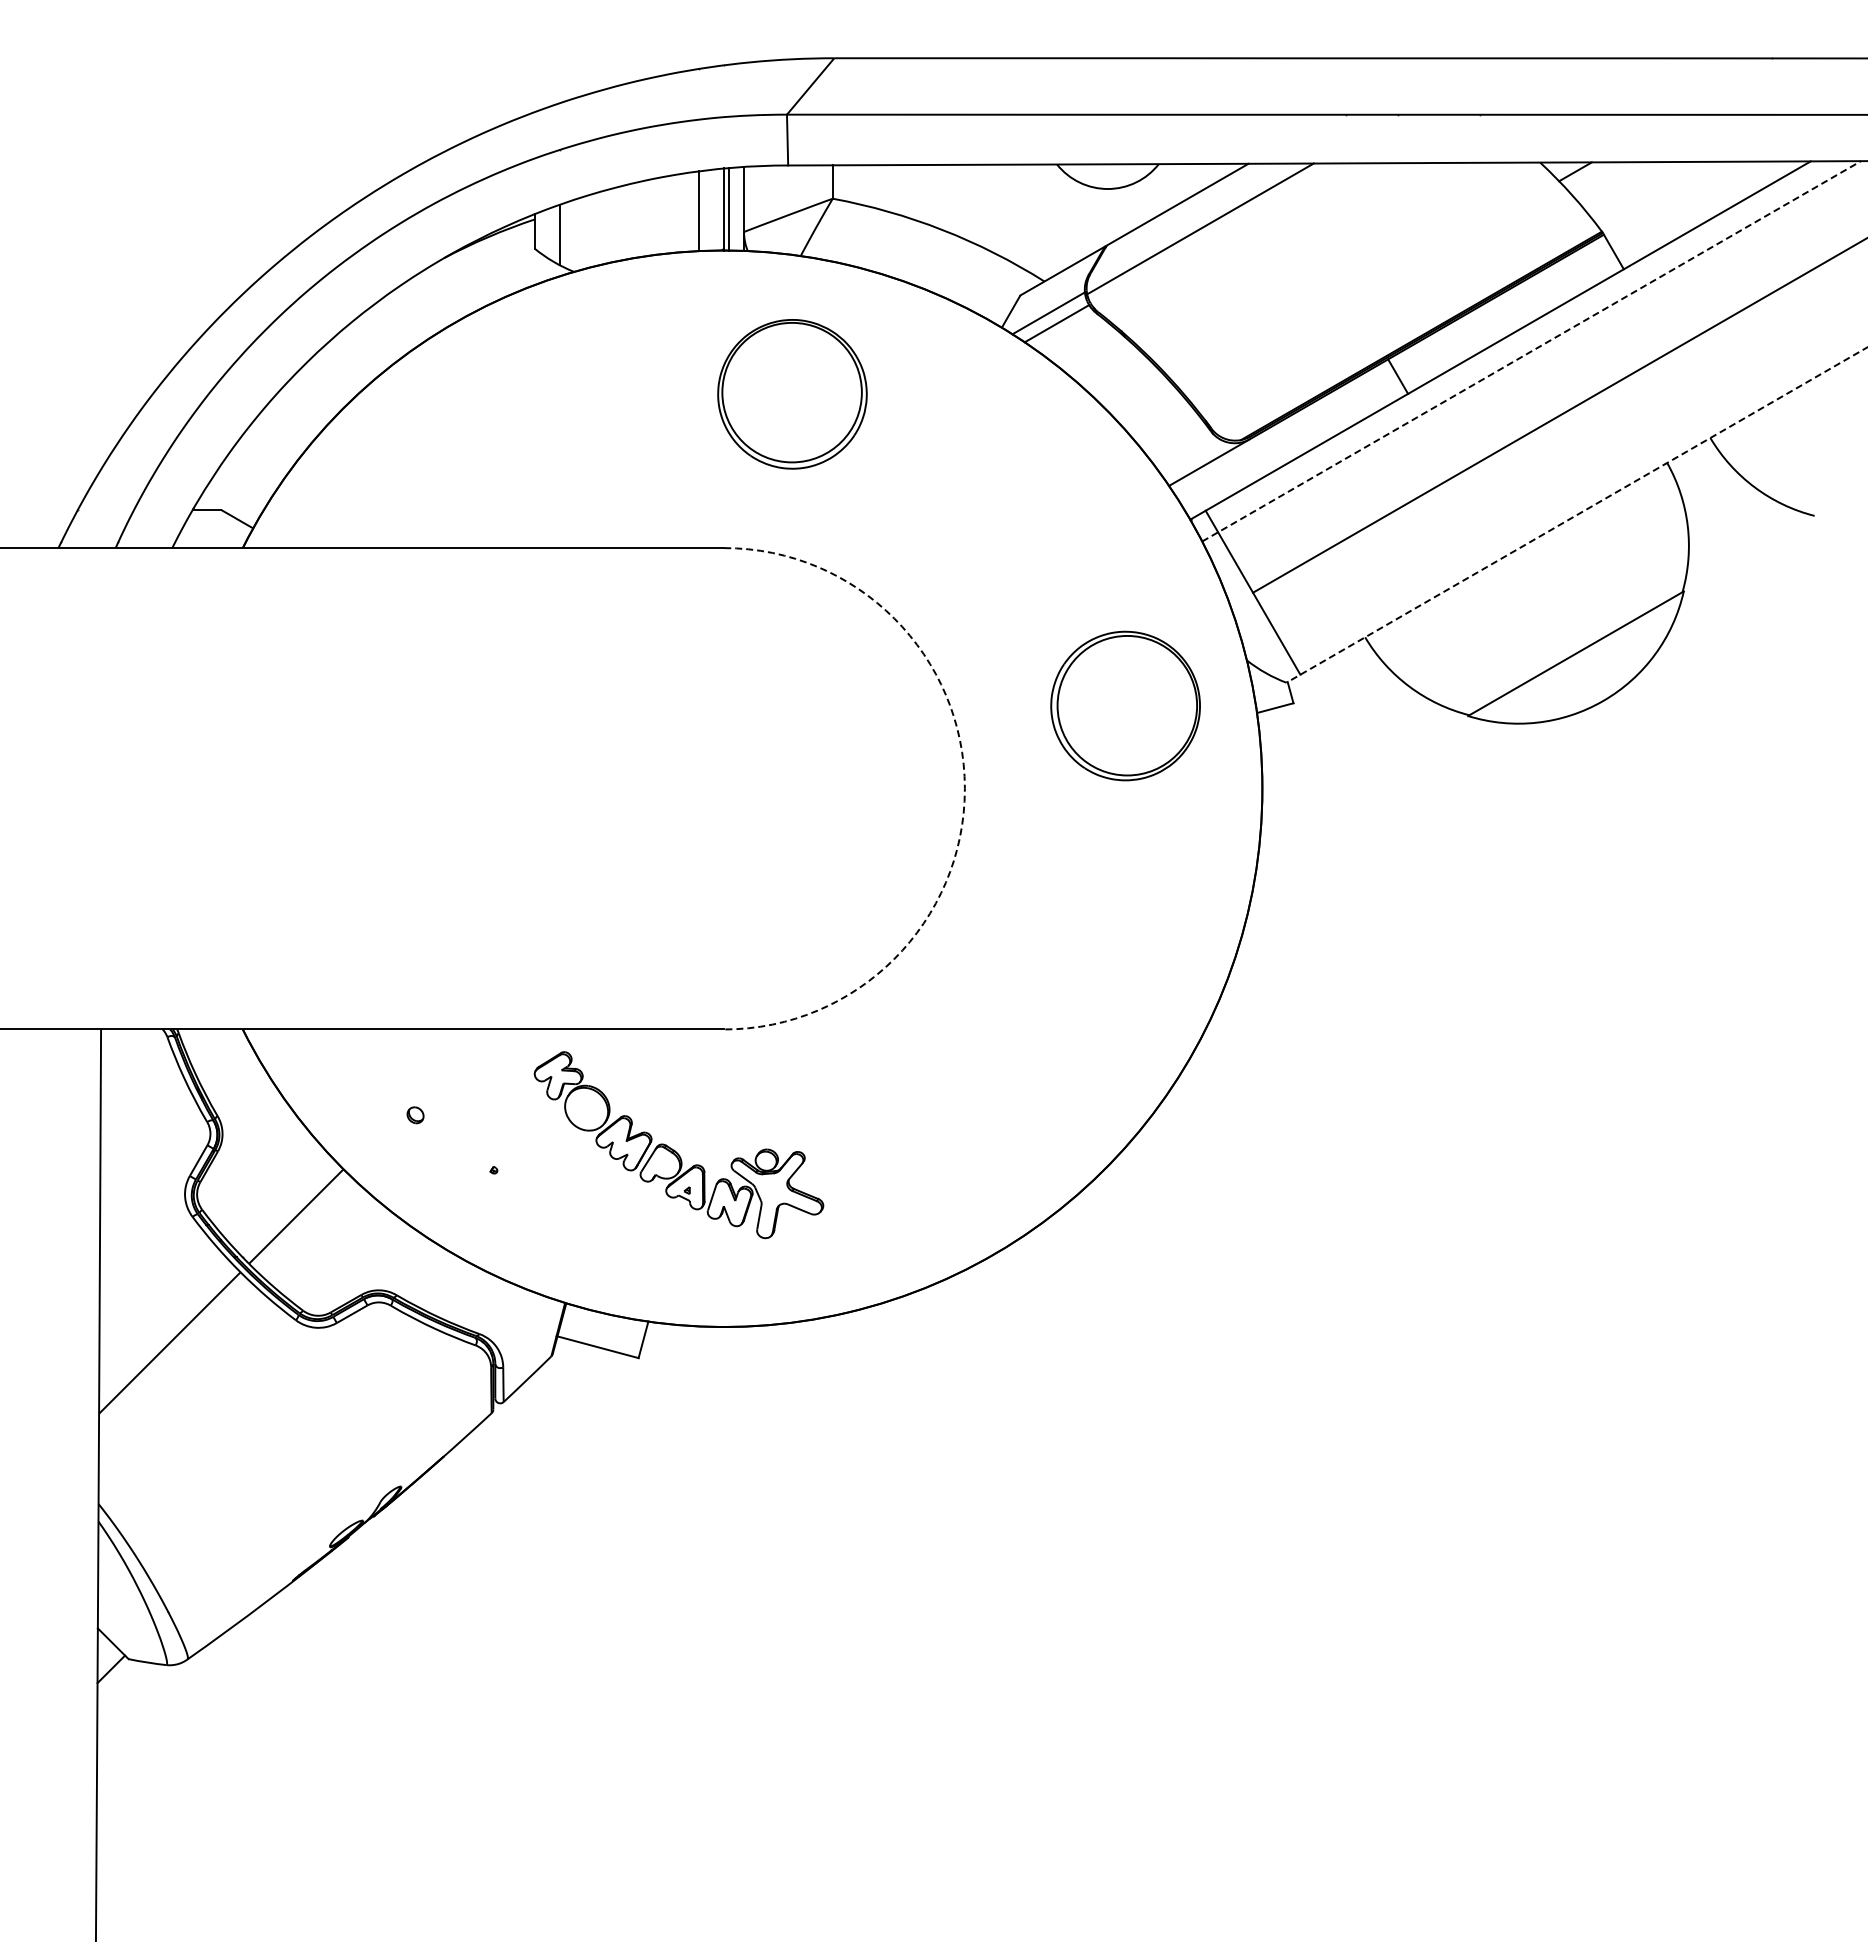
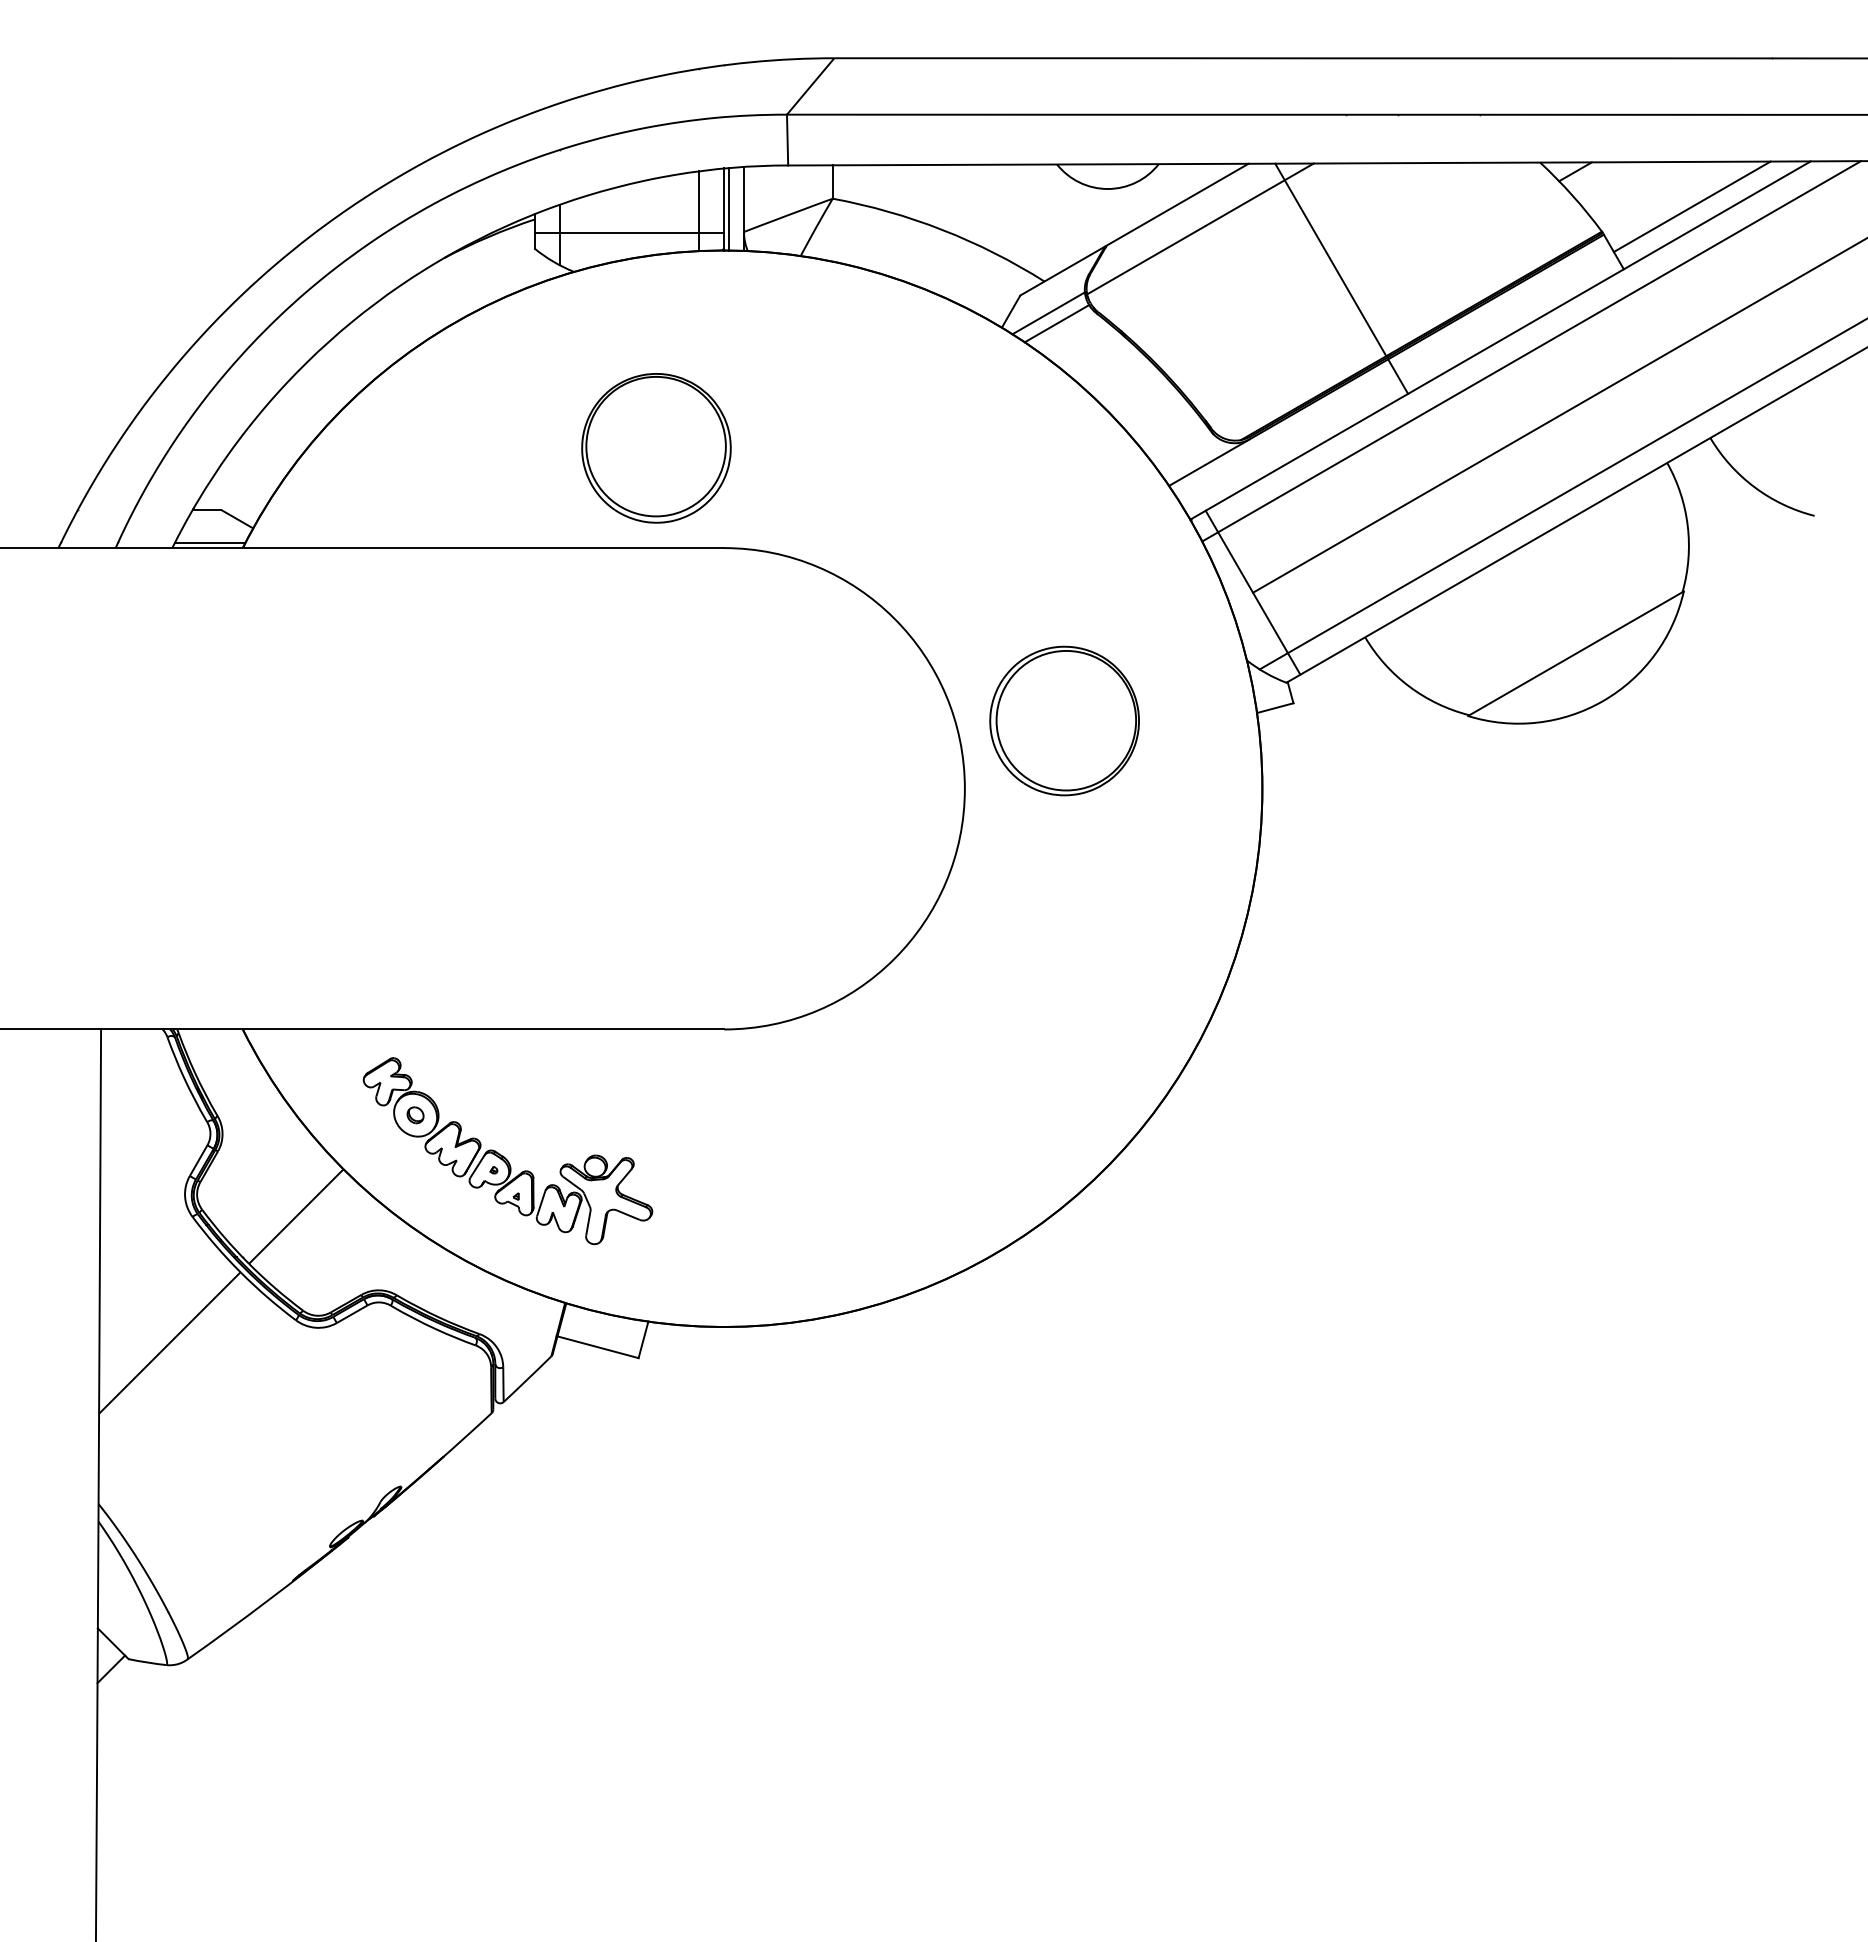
line at (1691, 206): none -> present
line at (629, 232): none -> present
line at (1331, 260): none -> present
line at (1532, 351): dashed -> solid
part at (792, 394) position: (792, 394) -> (656, 448)
line at (1561, 494): none -> present
line at (1576, 515): dashed -> solid
line at (209, 543): none -> present
part at (1125, 705) position: (1125, 705) -> (1064, 720)
arc at (964, 788): dashed -> solid
part at (678, 1145) position: (678, 1145) -> (507, 1151)
